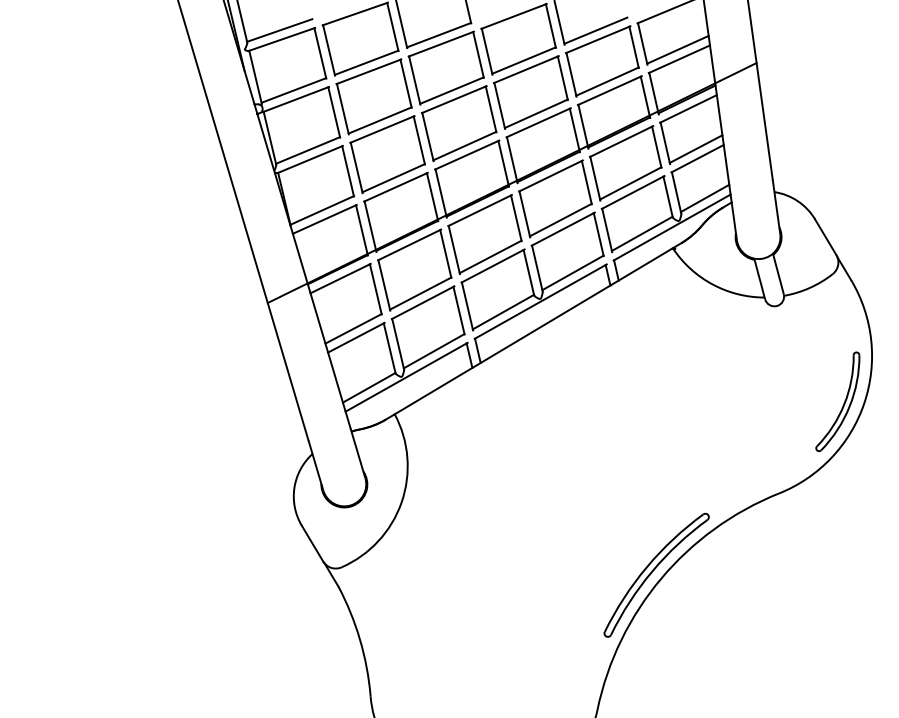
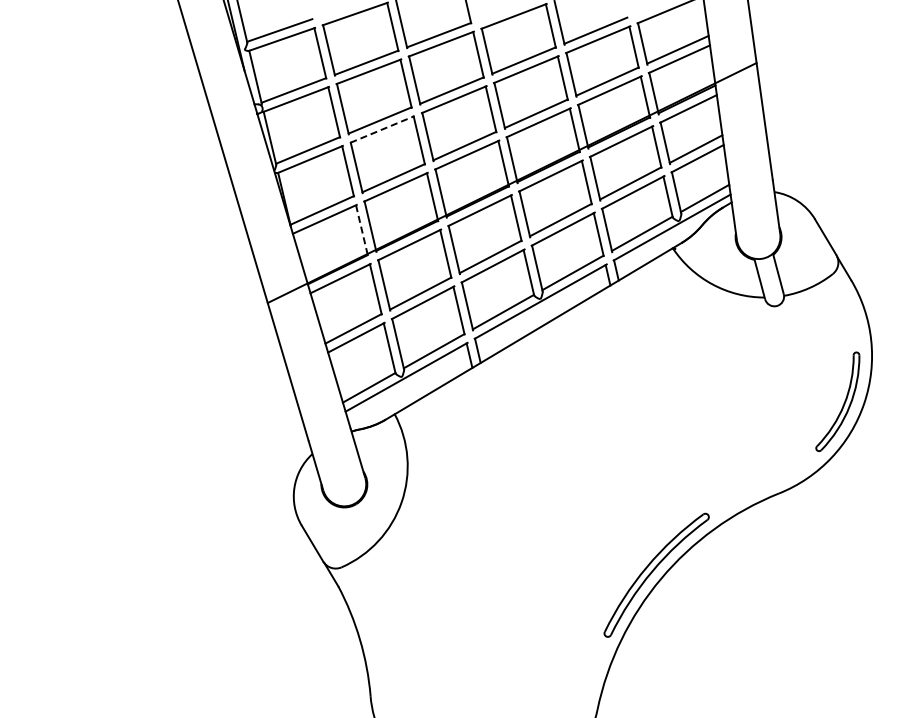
line at (382, 129): solid -> dashed
line at (361, 230): solid -> dashed
